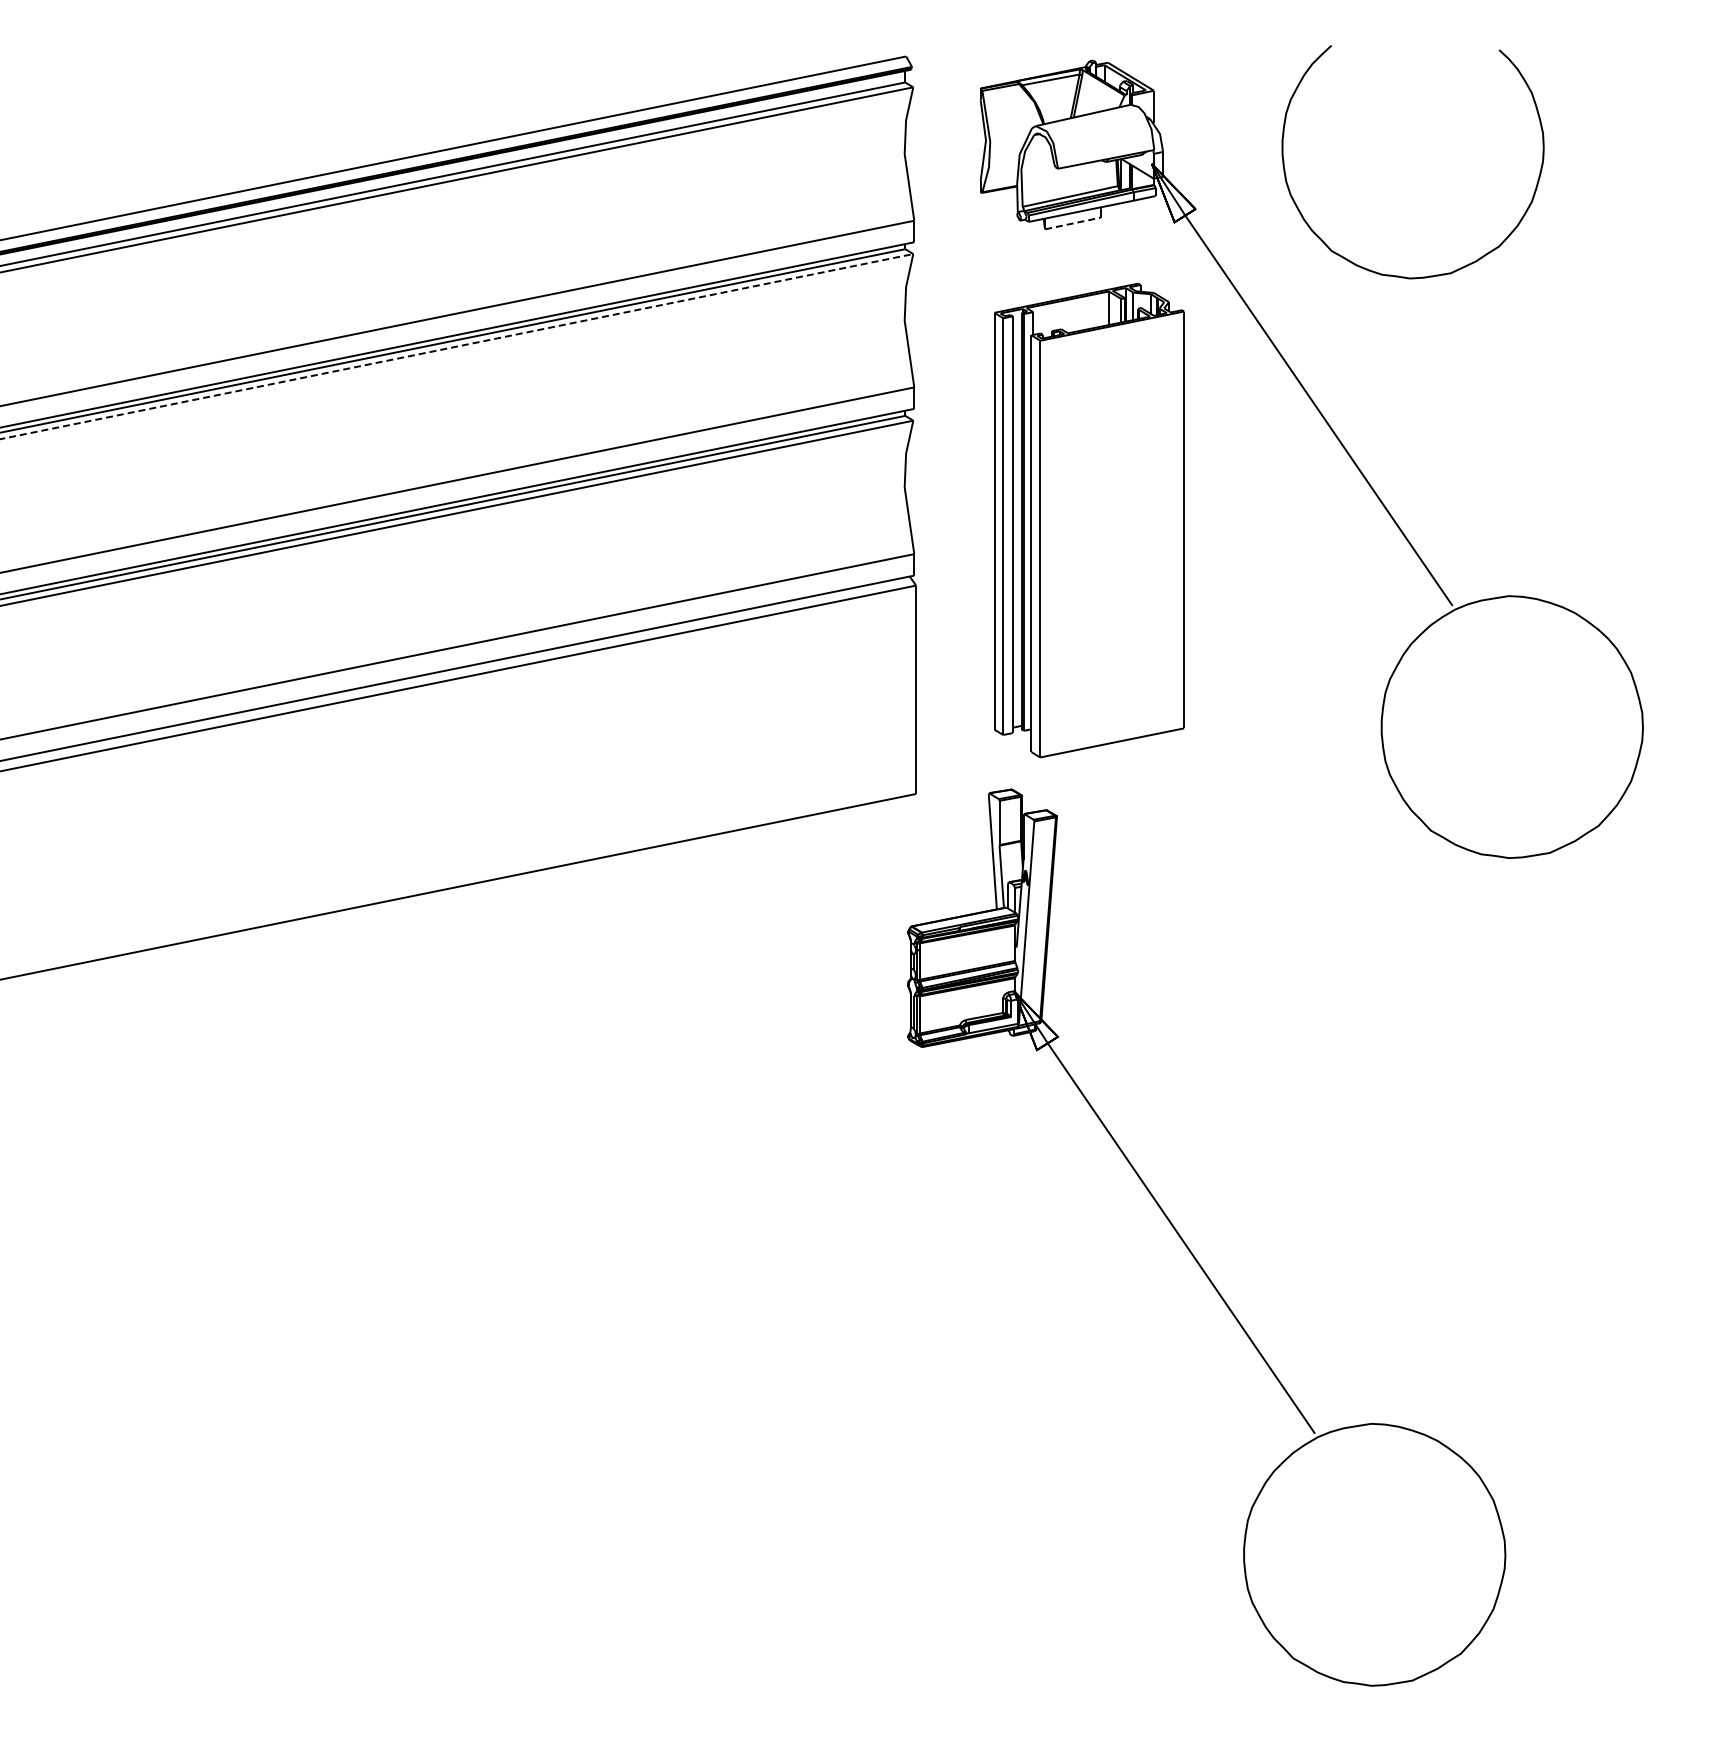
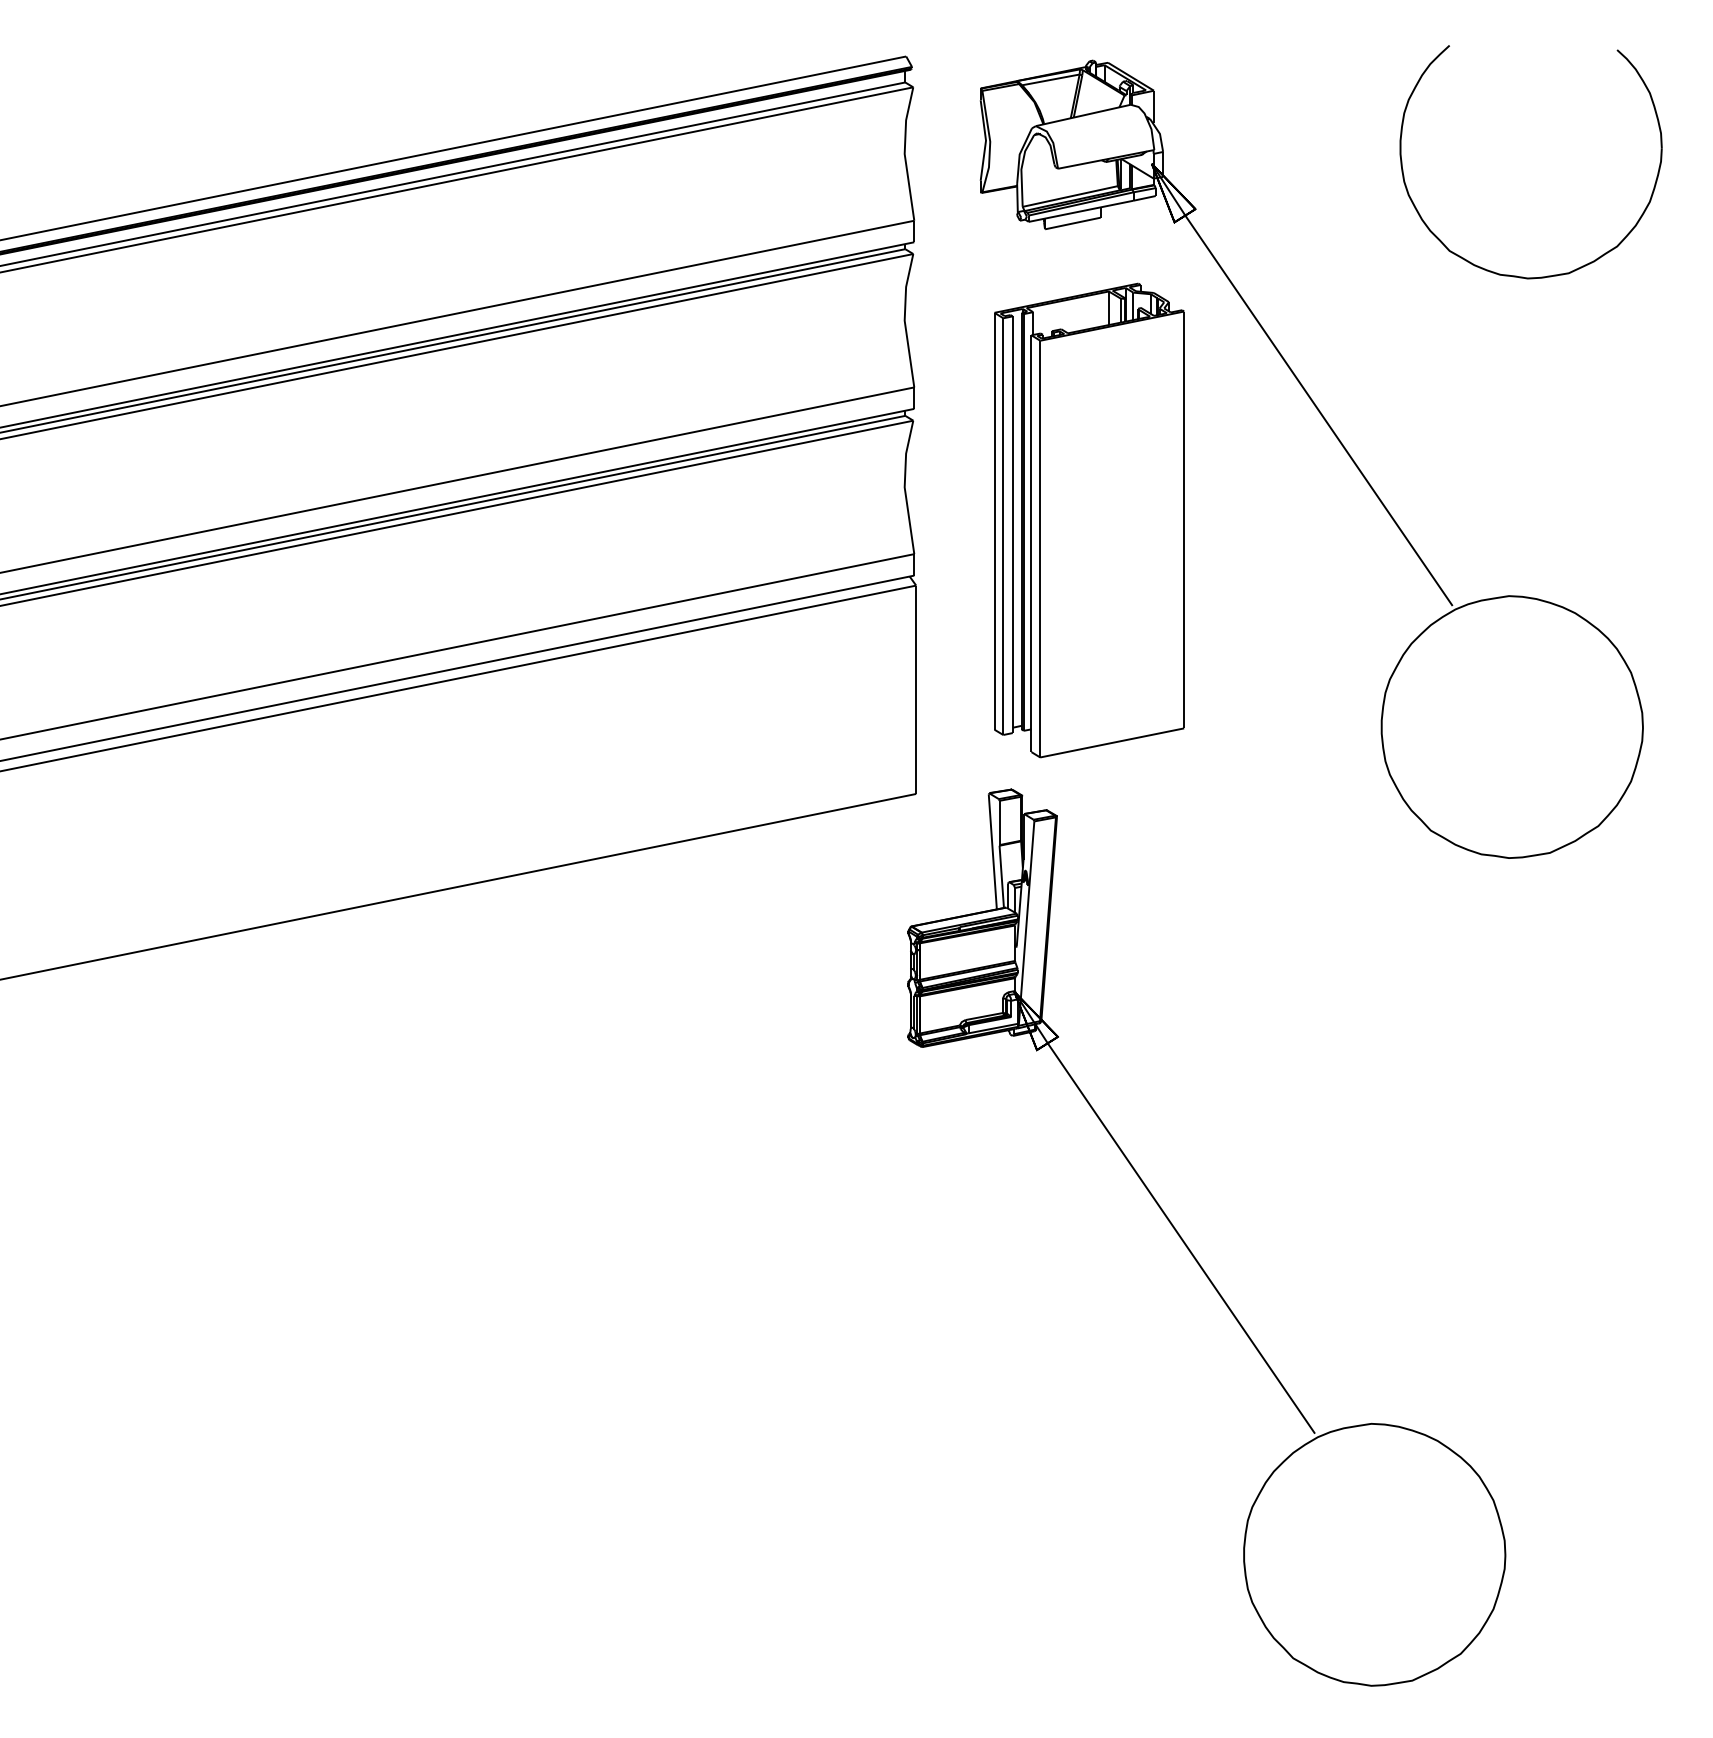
line at (1073, 223): dashed -> solid
part at (1398, 275) position: (1398, 275) -> (1516, 275)
line at (456, 346): dashed -> solid
